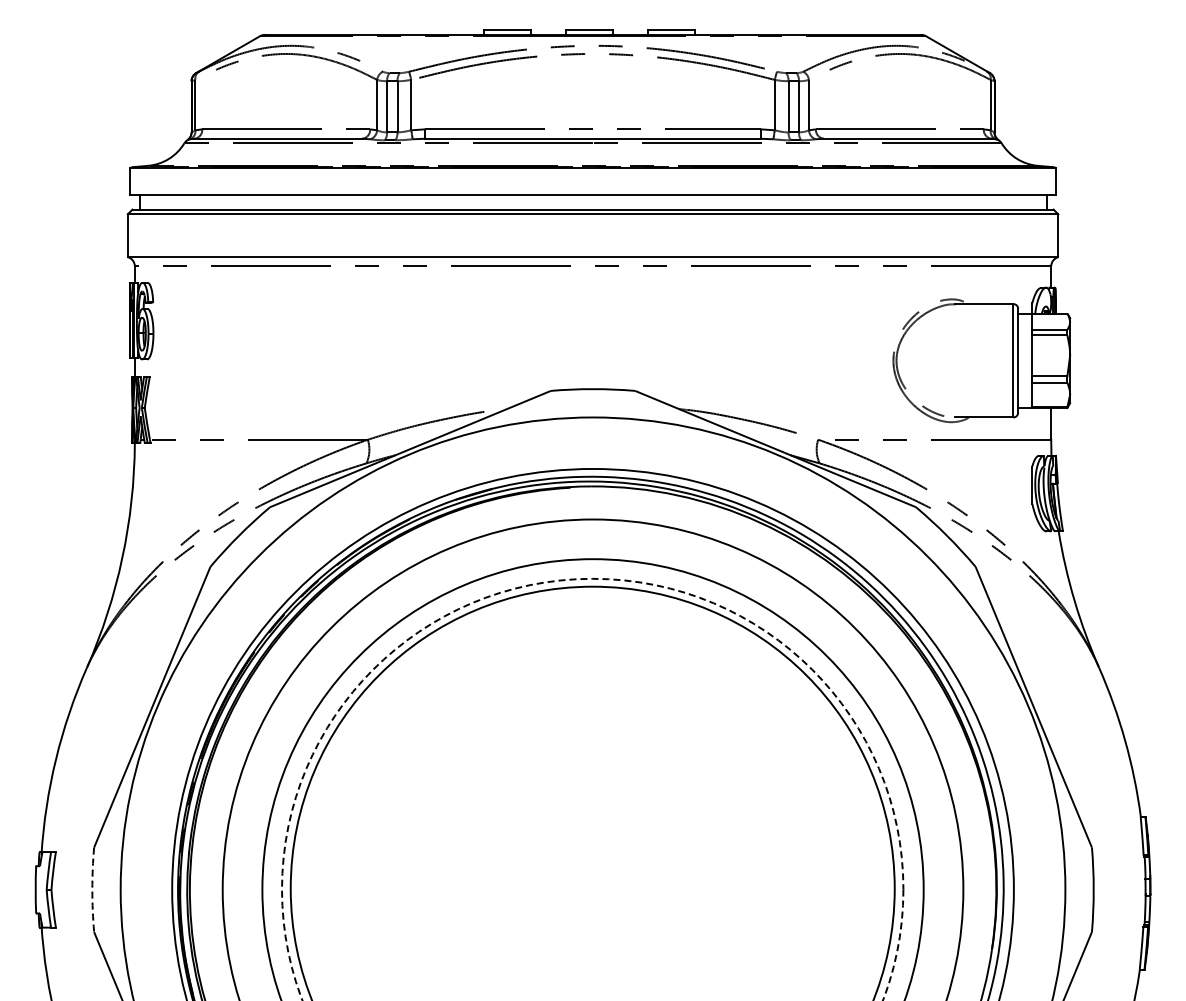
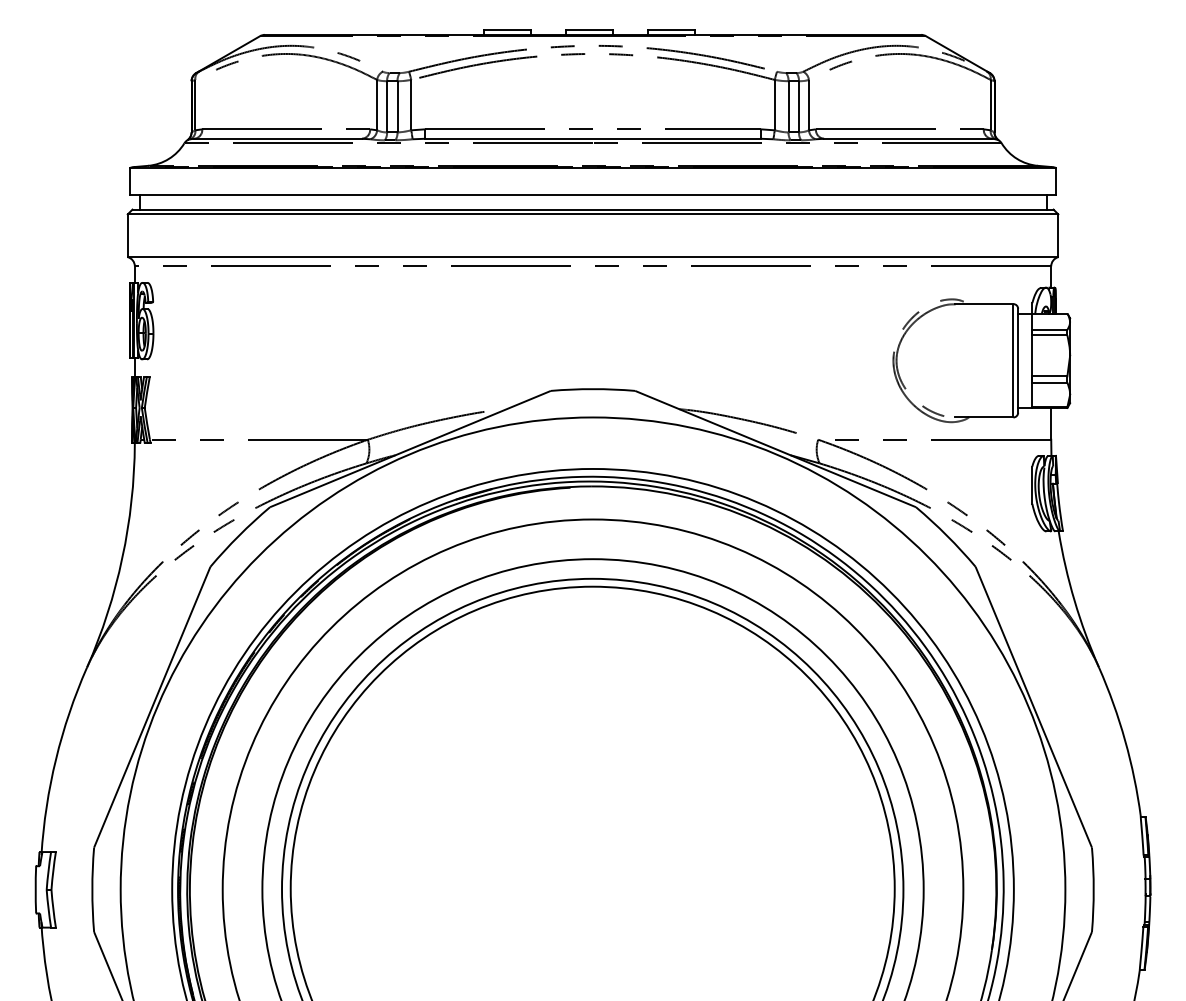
circle at (592, 789): dashed -> solid
arc at (92, 889): dashed -> solid
